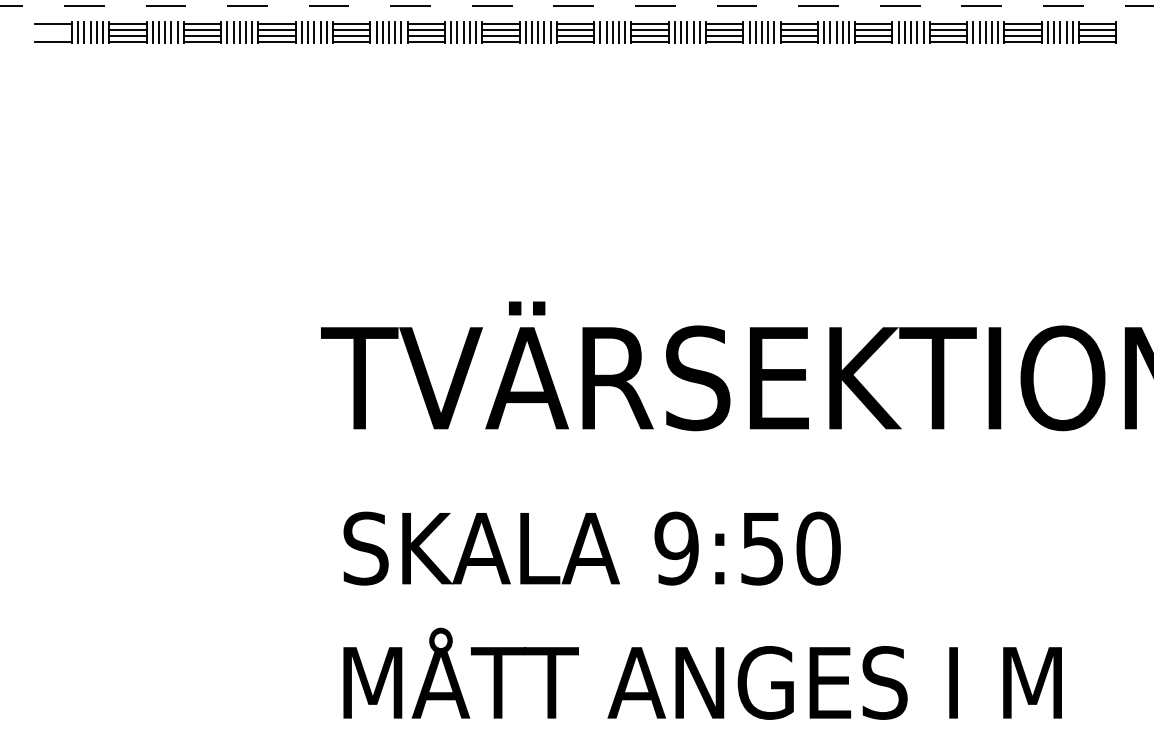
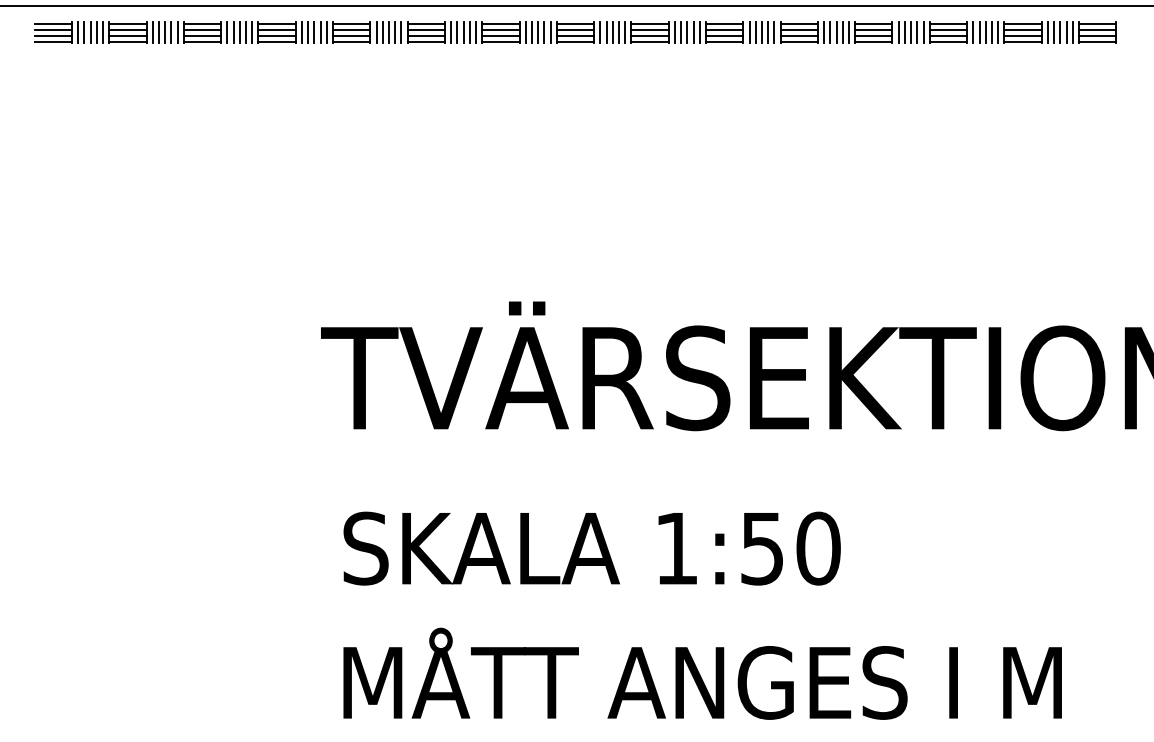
line at (577, 6): dashed -> solid
line at (52, 29): none -> present
line at (52, 36): none -> present
text at (676, 548): 9:50 -> 1:50
